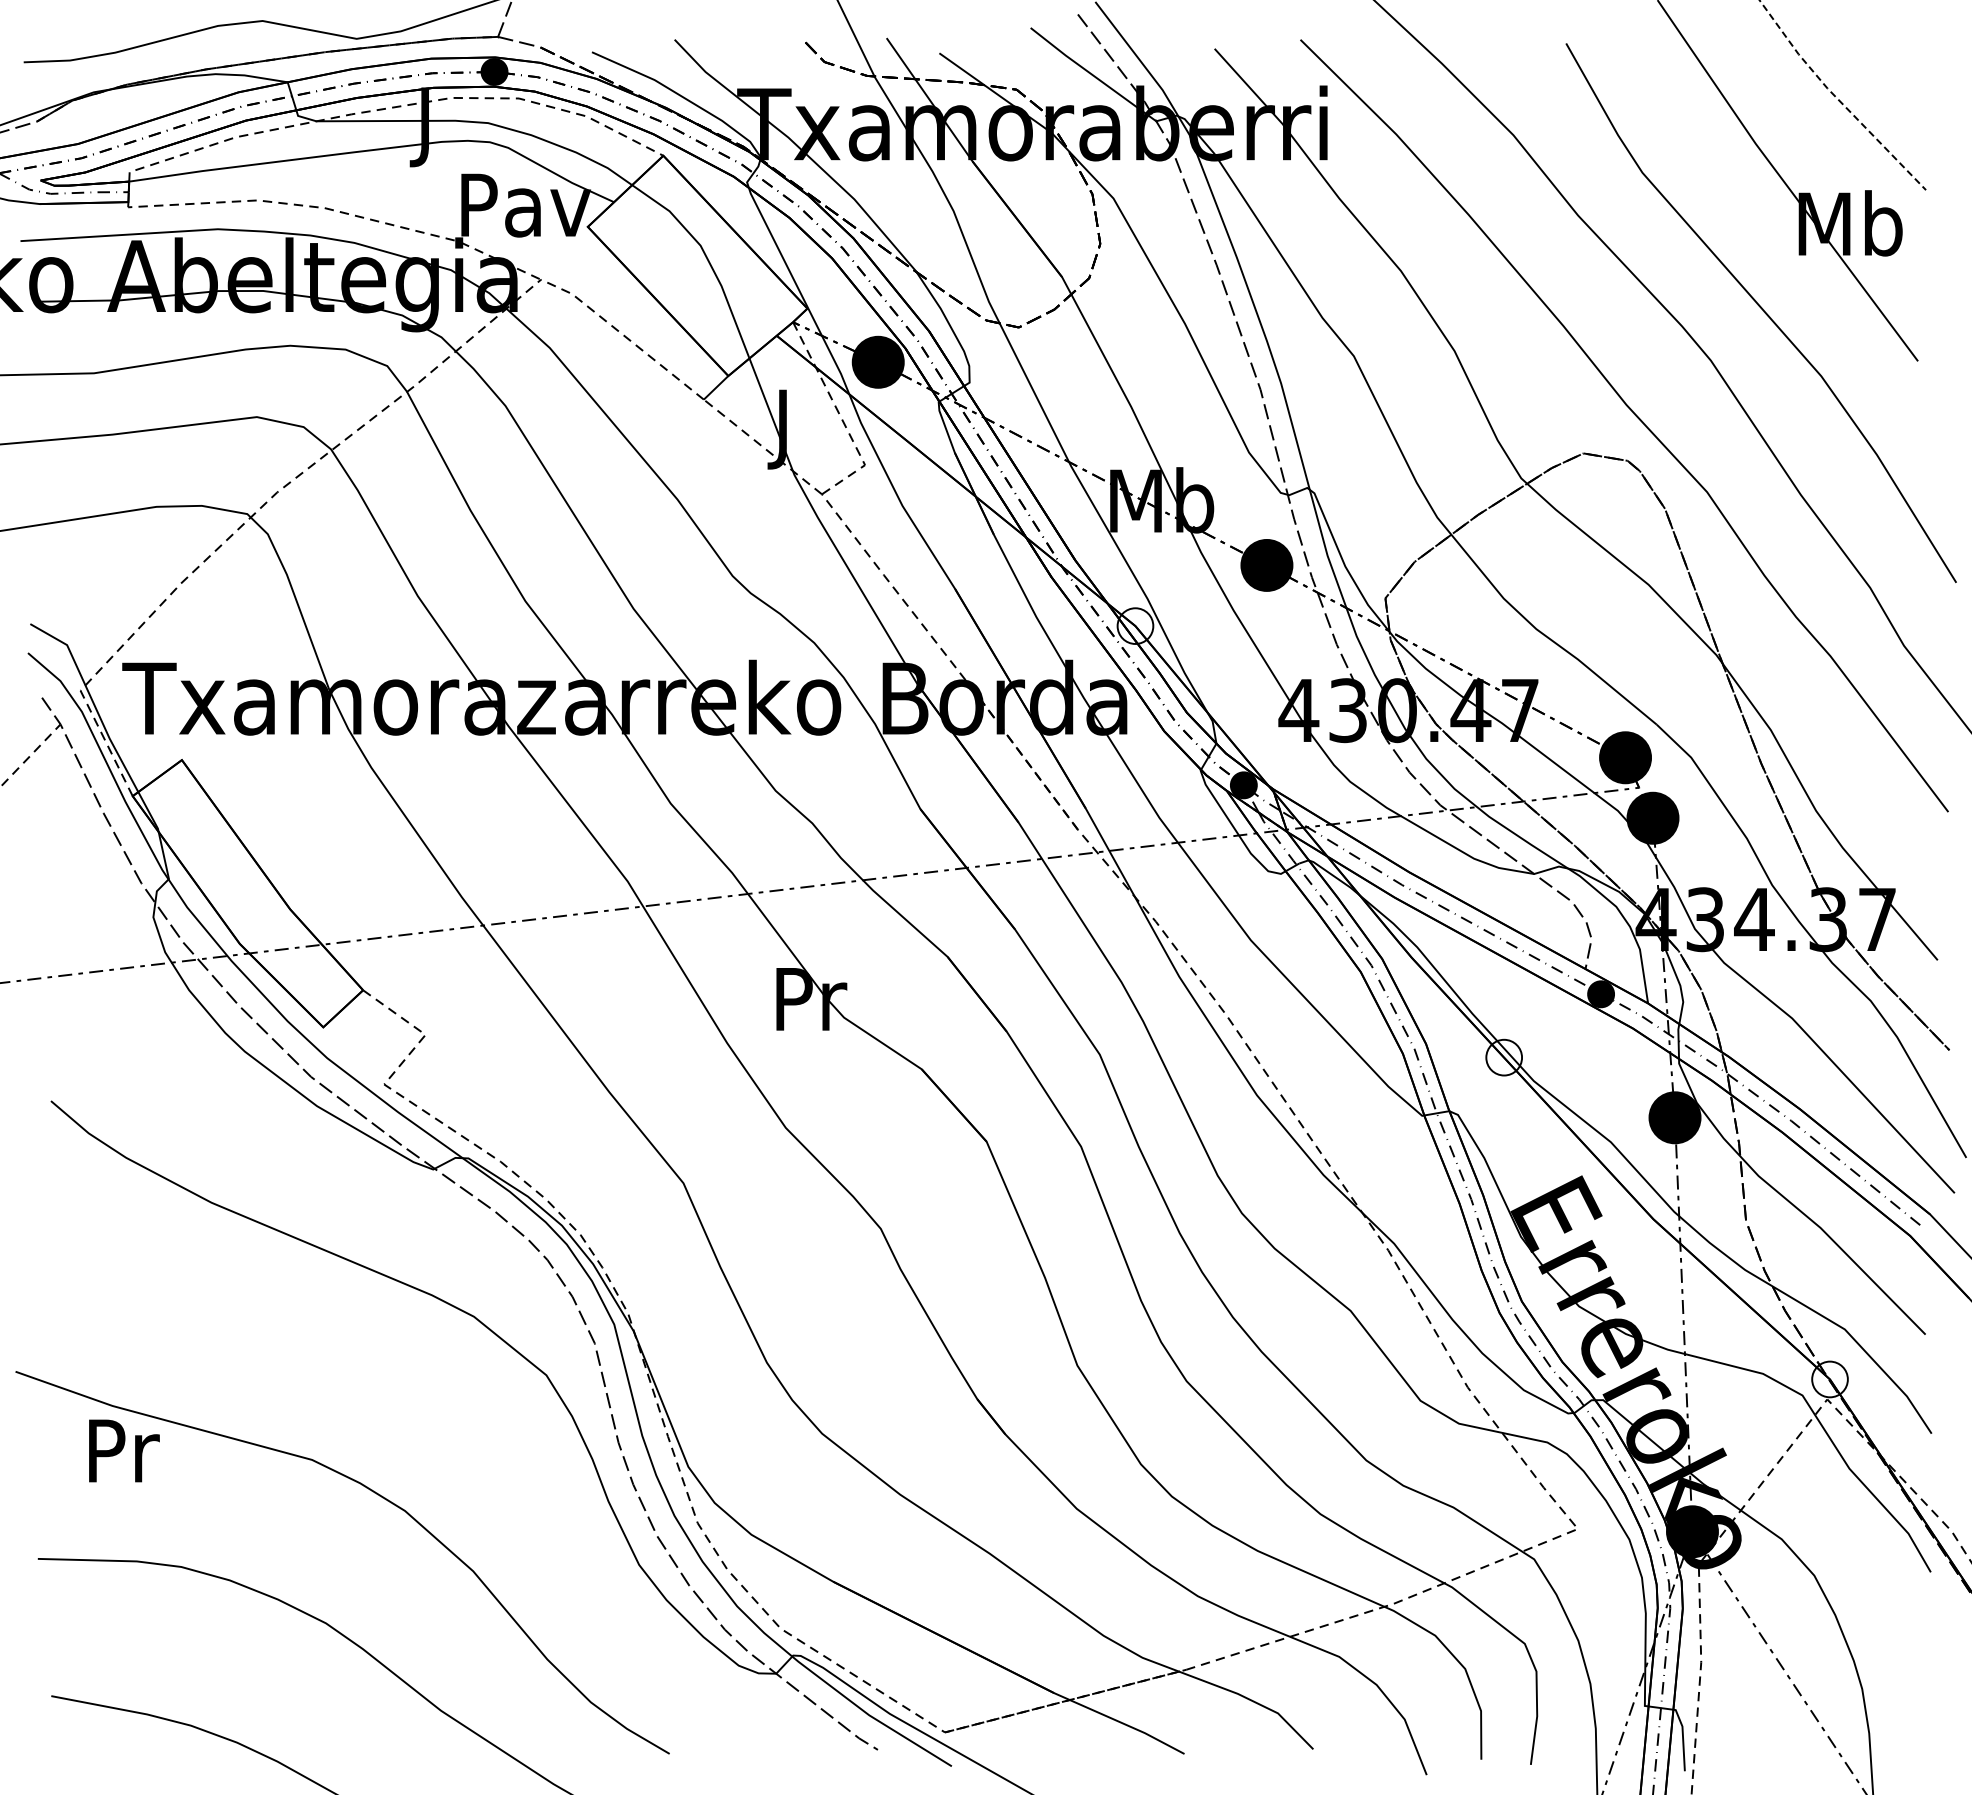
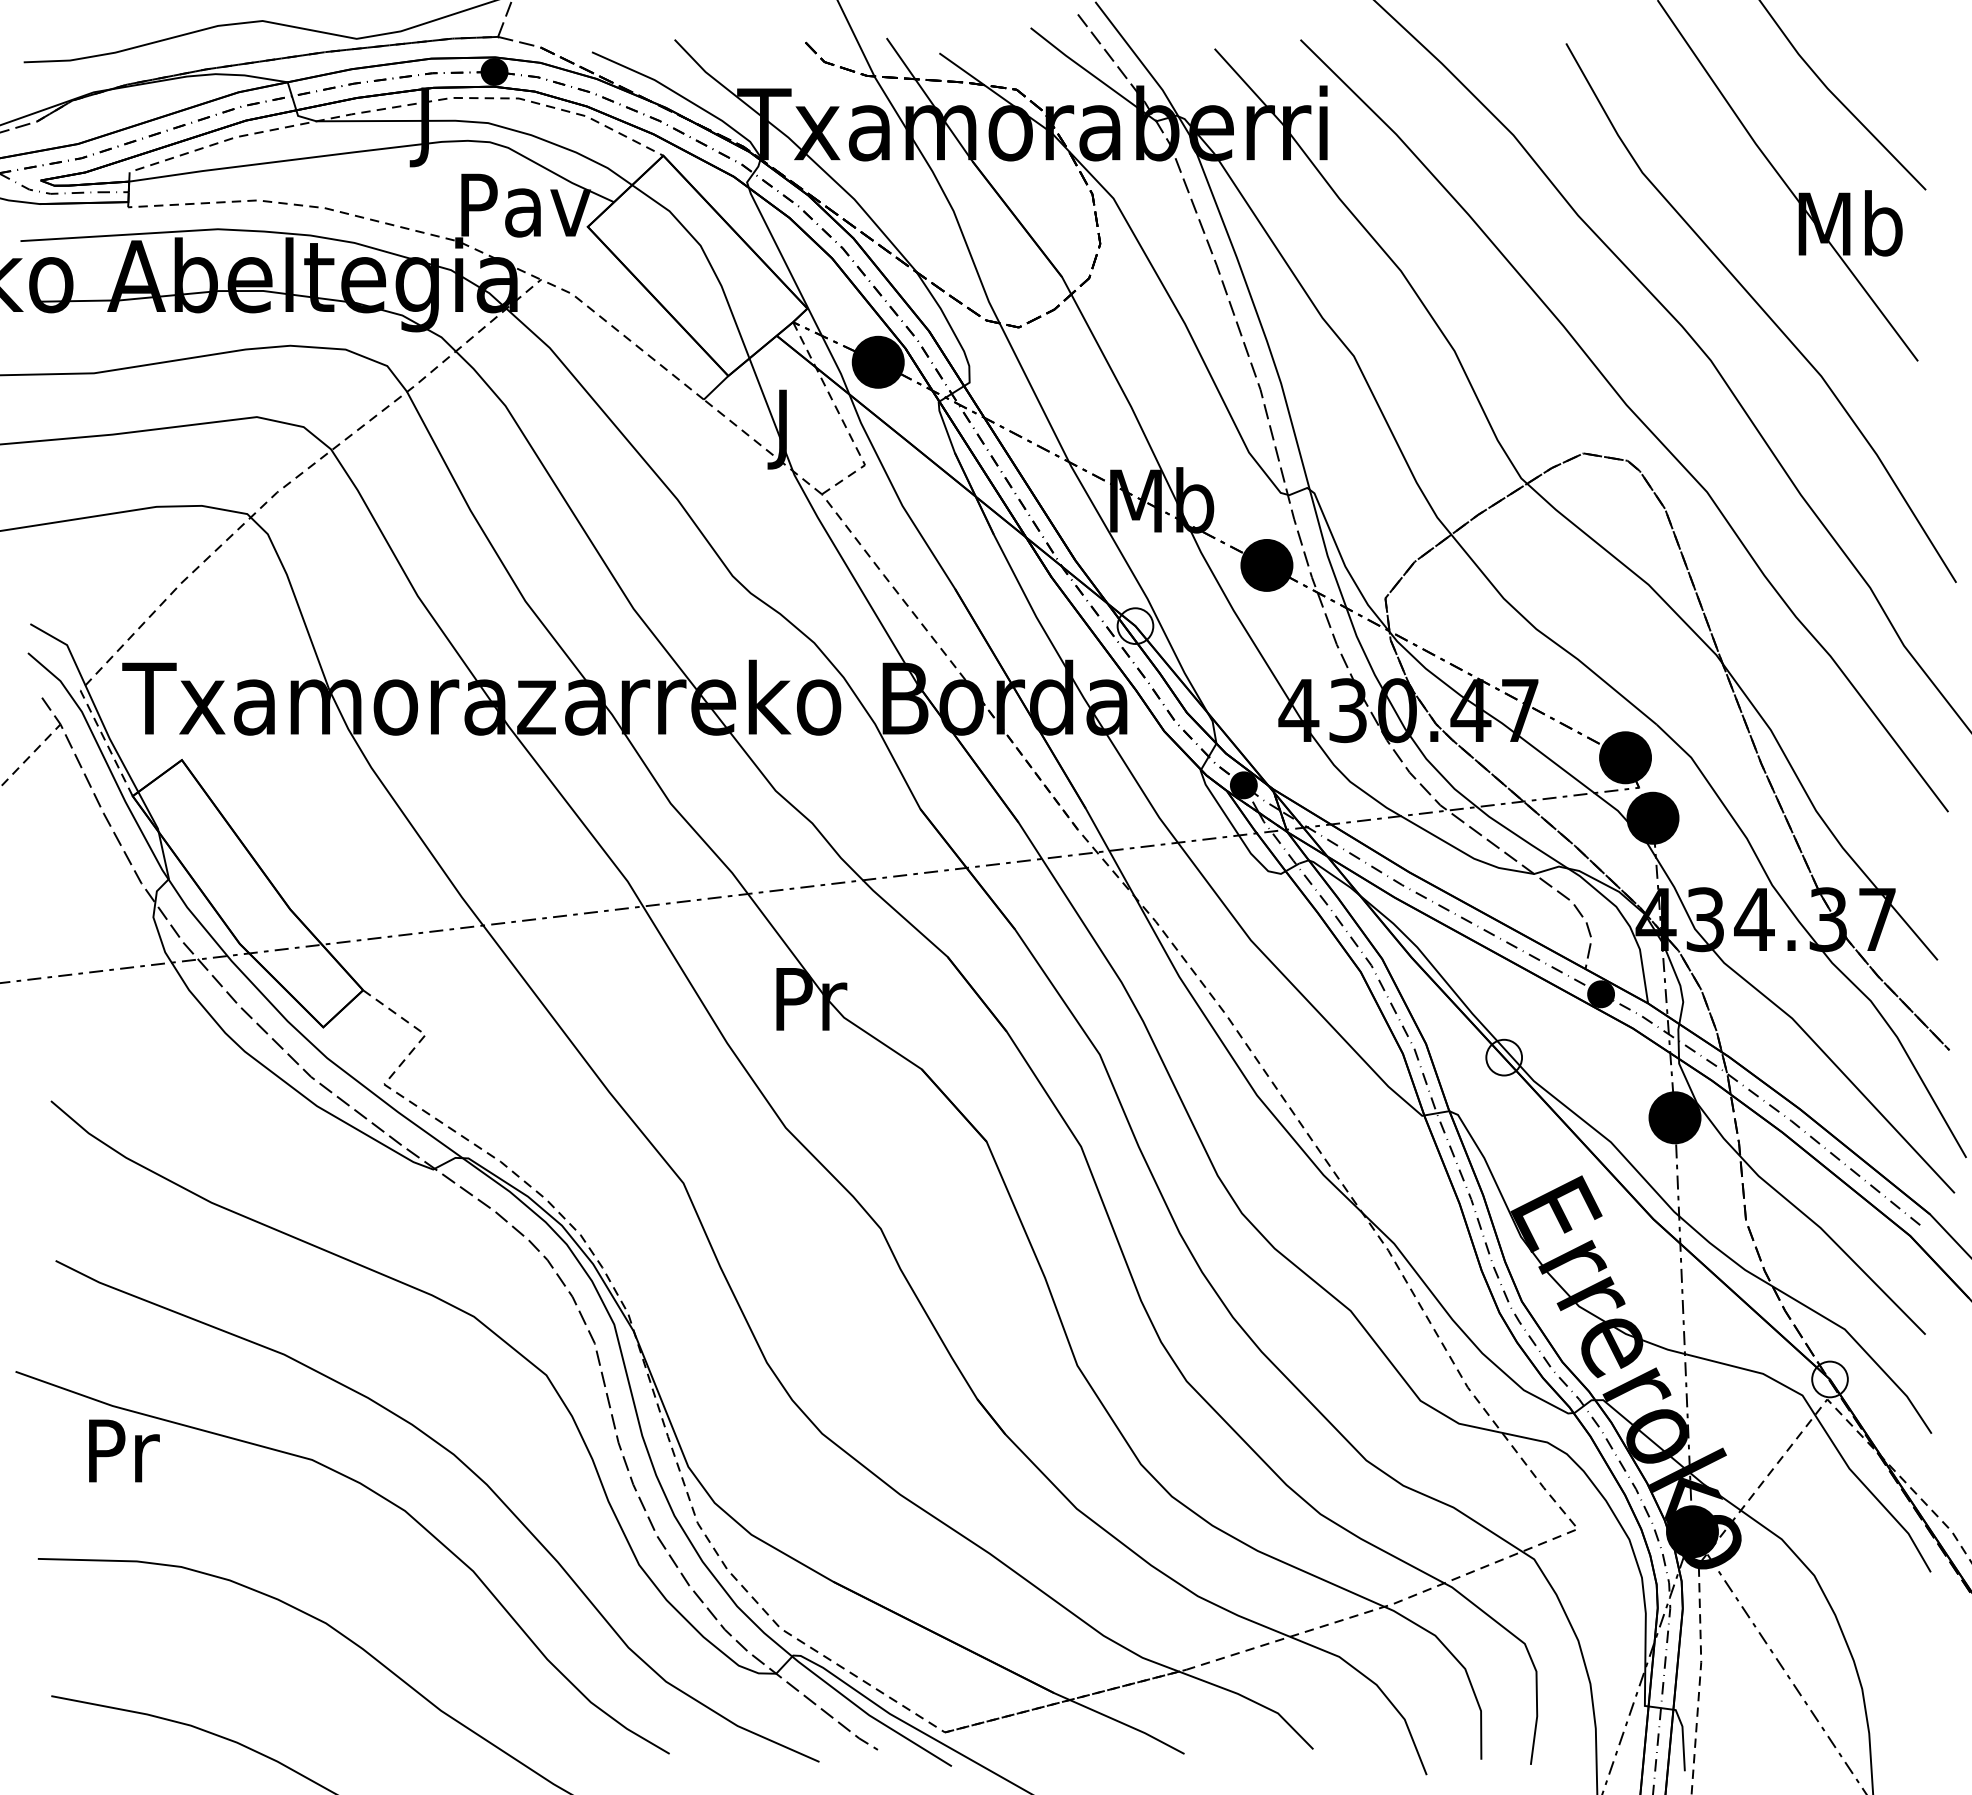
line at (1837, 98): dashed -> solid
curve at (470, 1471): none -> present
